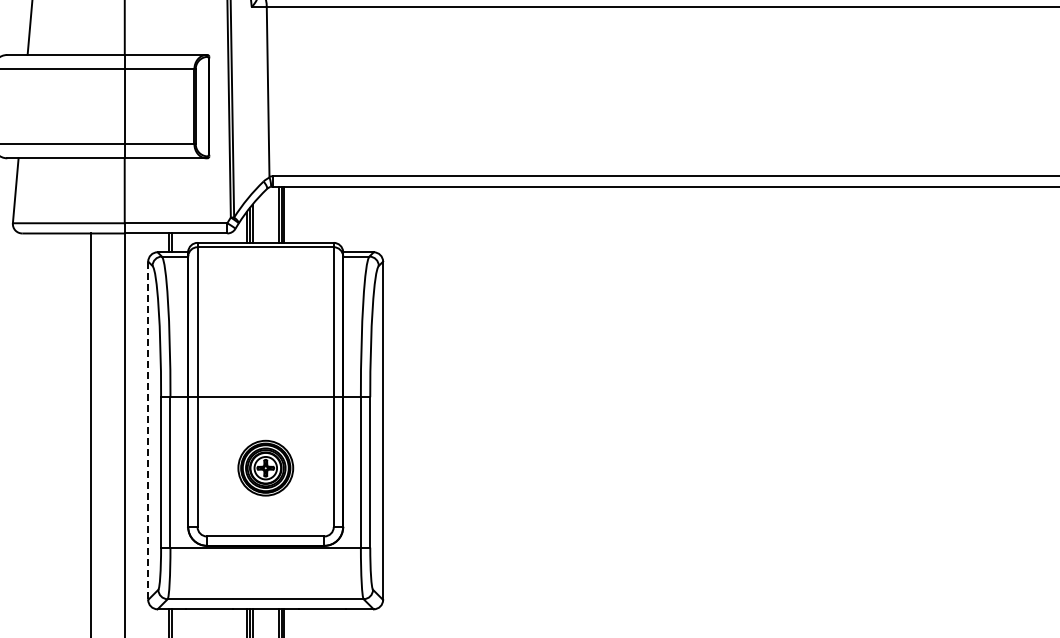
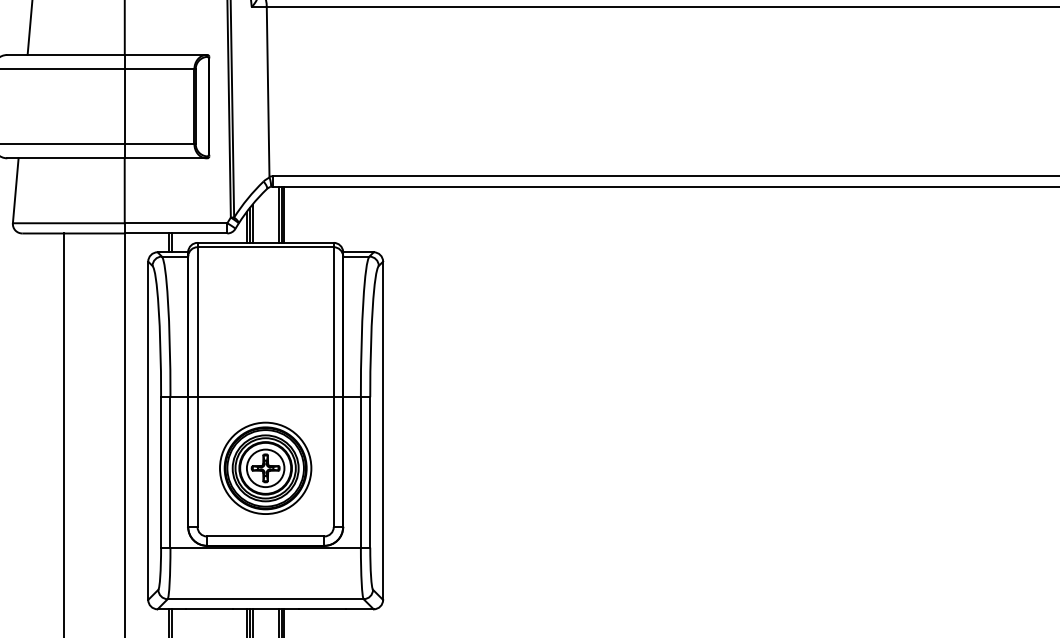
line at (148, 431): dashed -> solid
line at (90, 433) position: (90, 433) -> (63, 433)
part at (265, 467) size: 58x58 px -> 94x94 px
